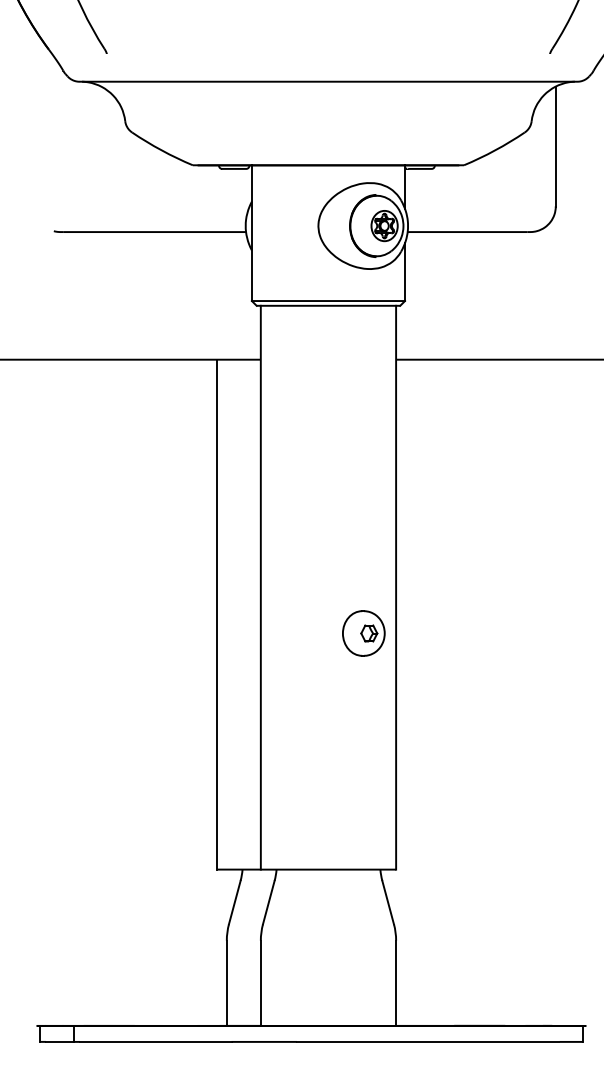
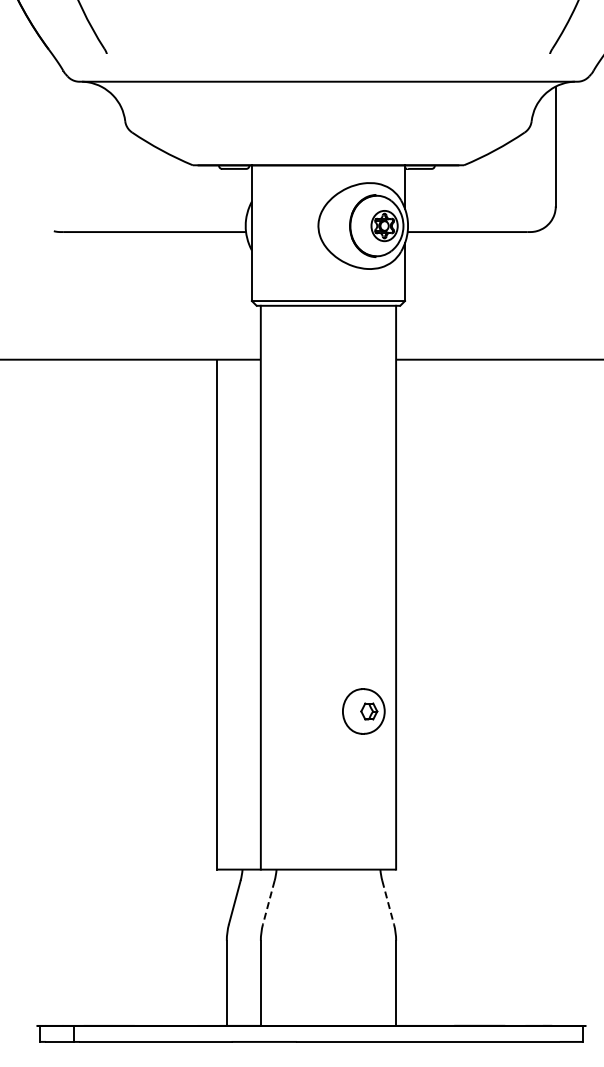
part at (363, 633) position: (363, 633) -> (363, 711)
line at (268, 903): solid -> dashed
line at (388, 903): solid -> dashed
